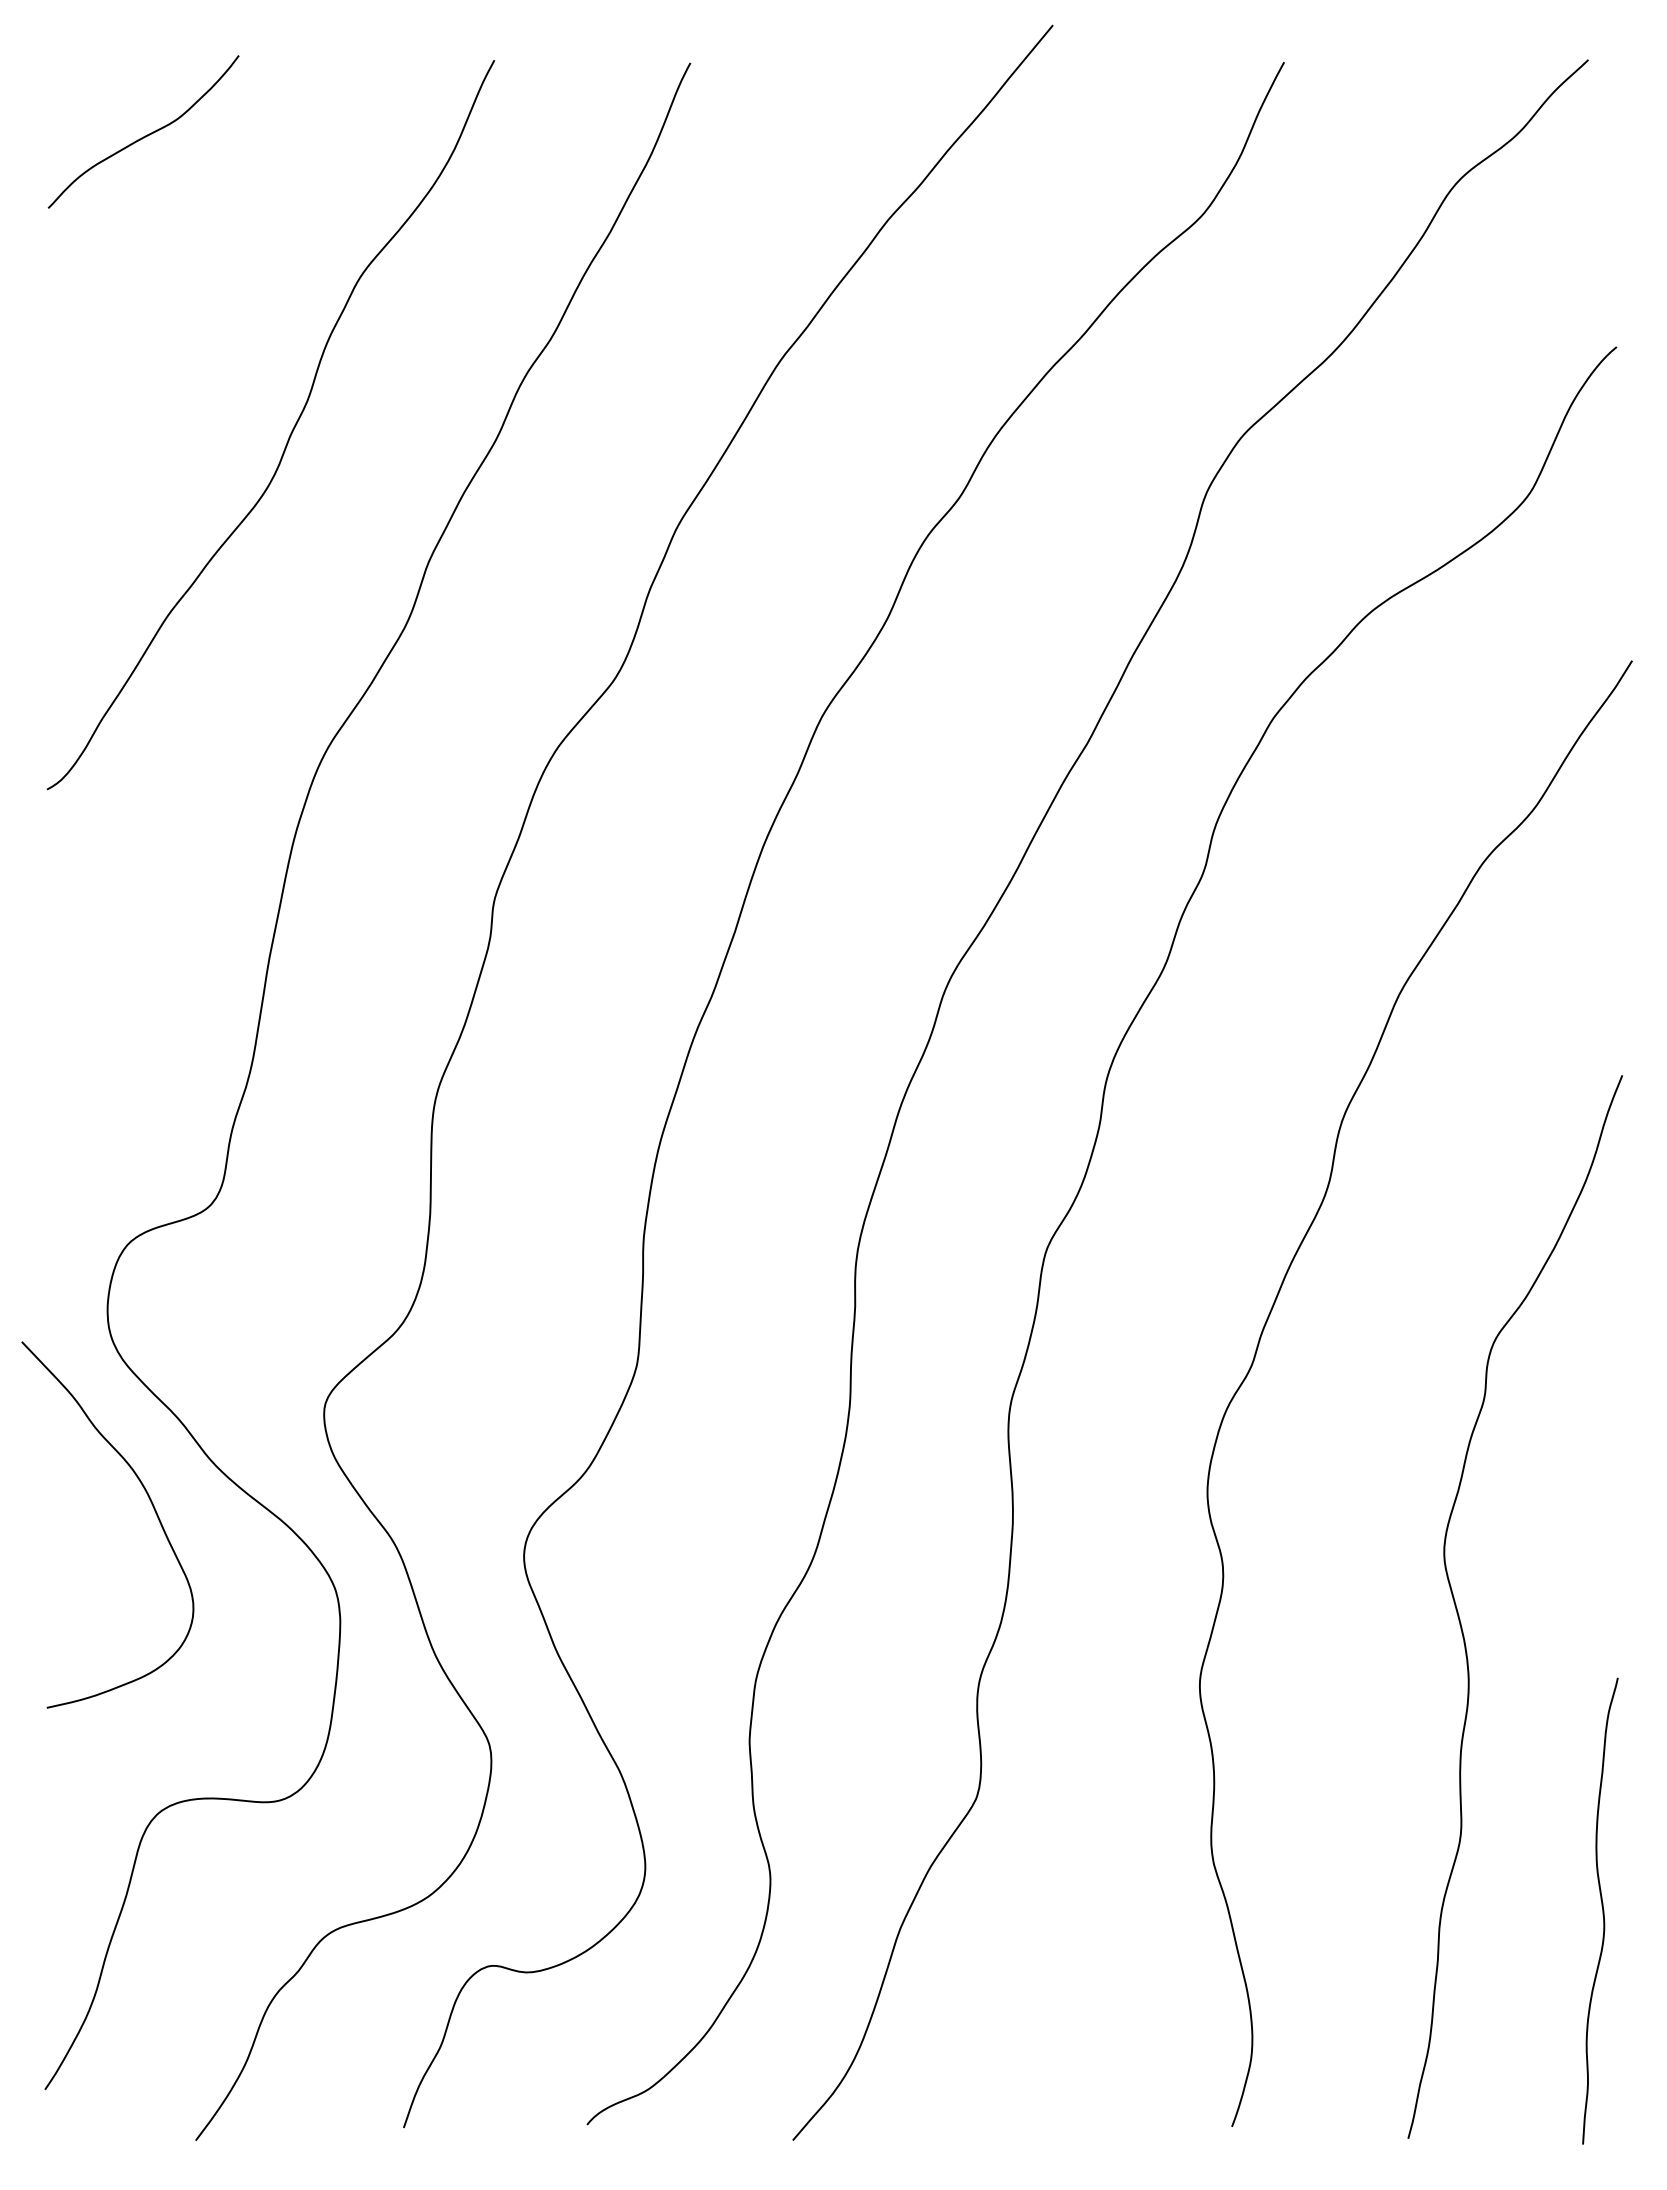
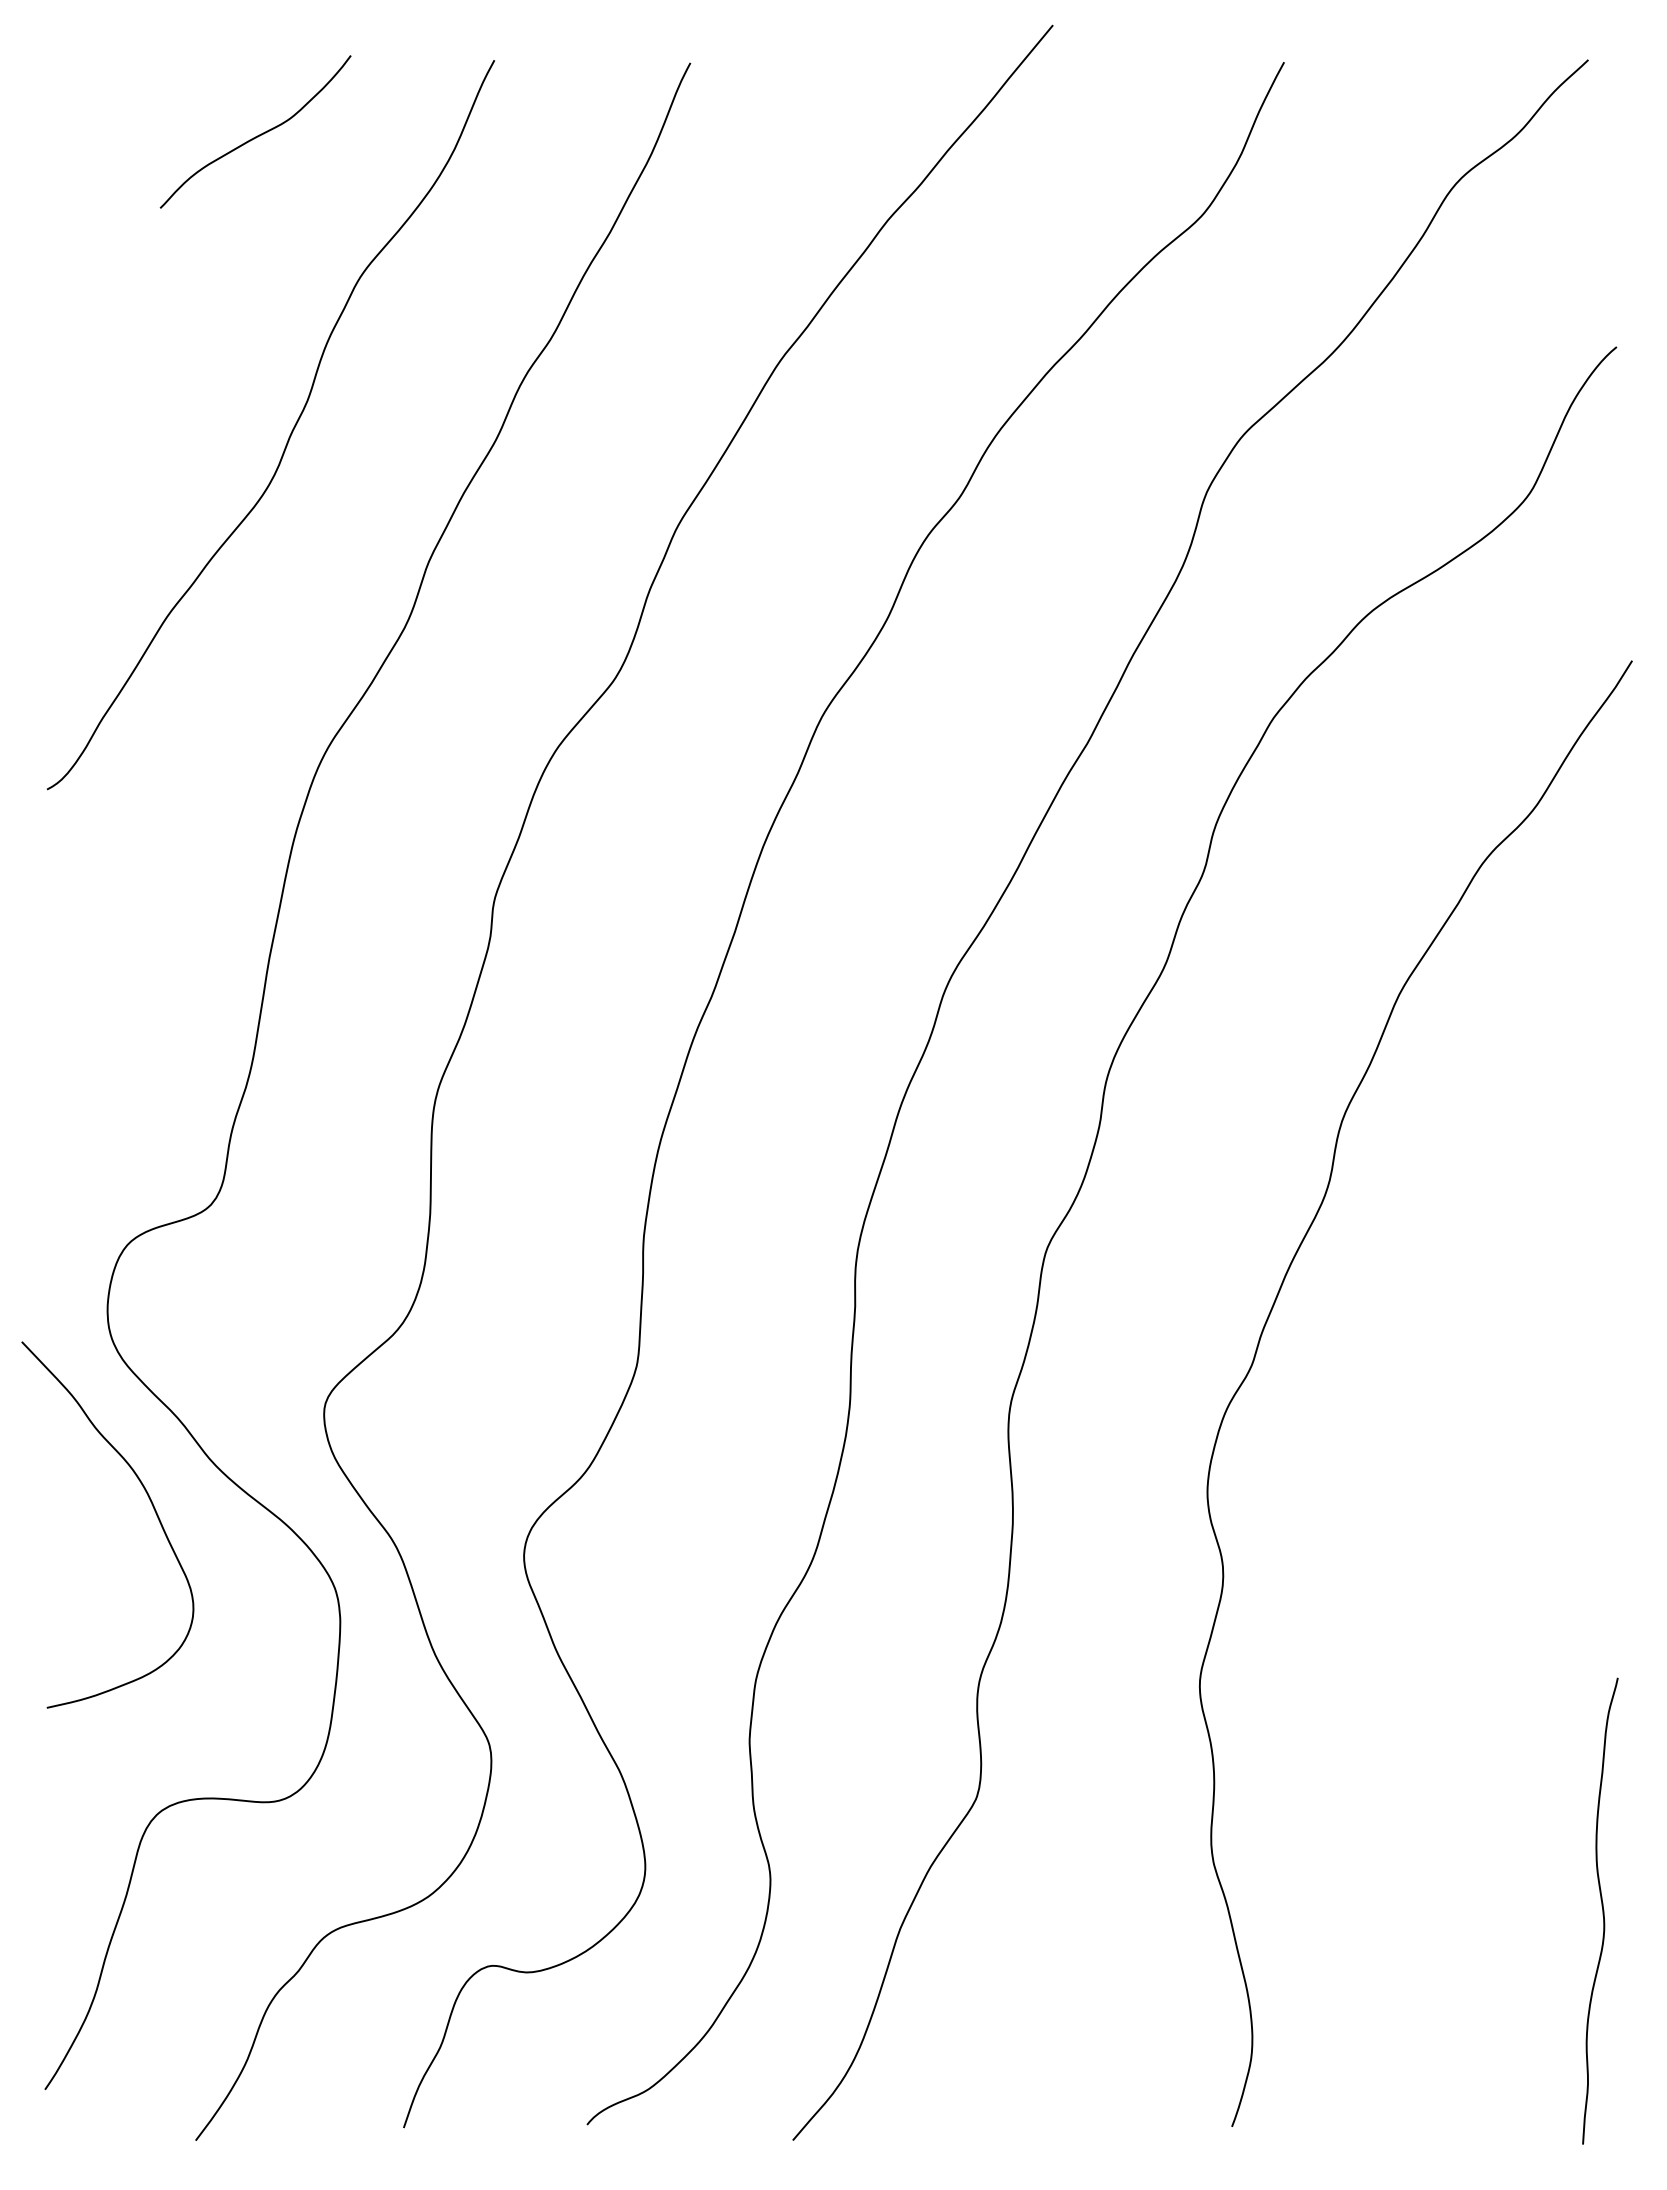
curve at (145, 135) position: (145, 135) -> (257, 135)
curve at (1460, 1619): present -> none
